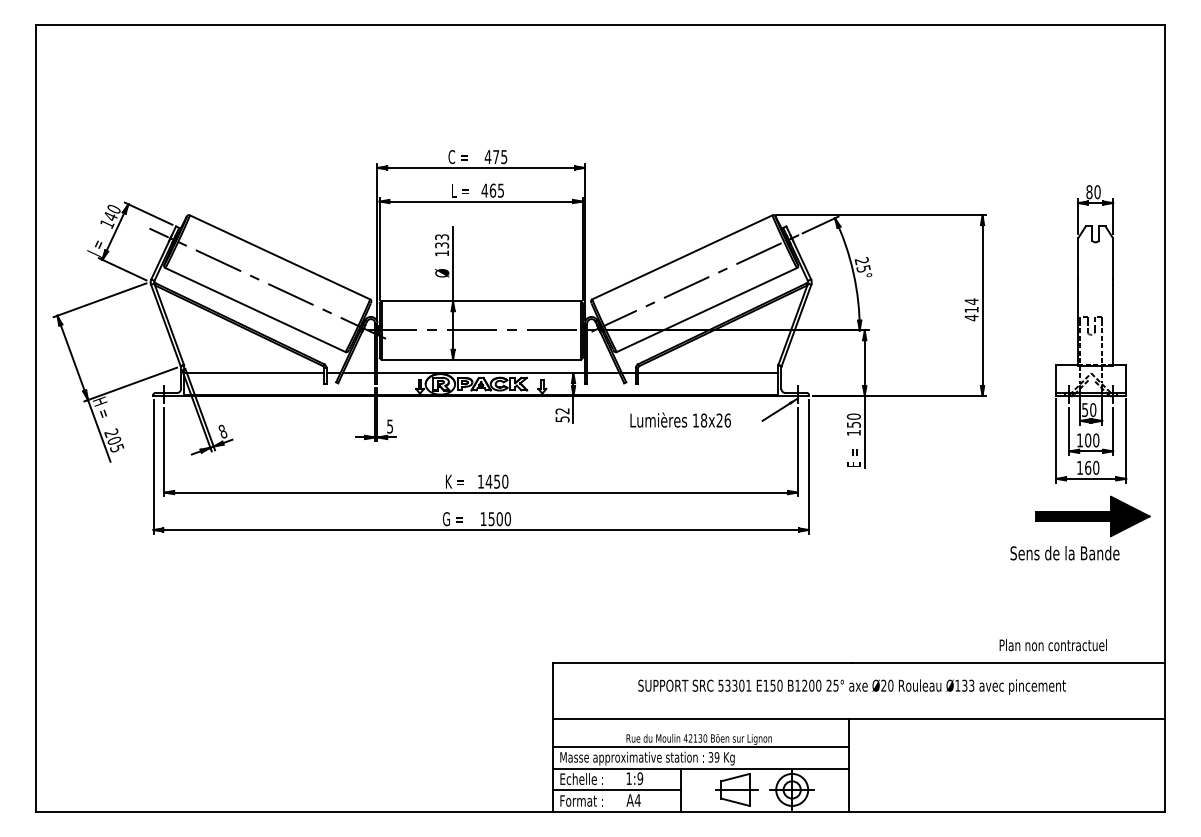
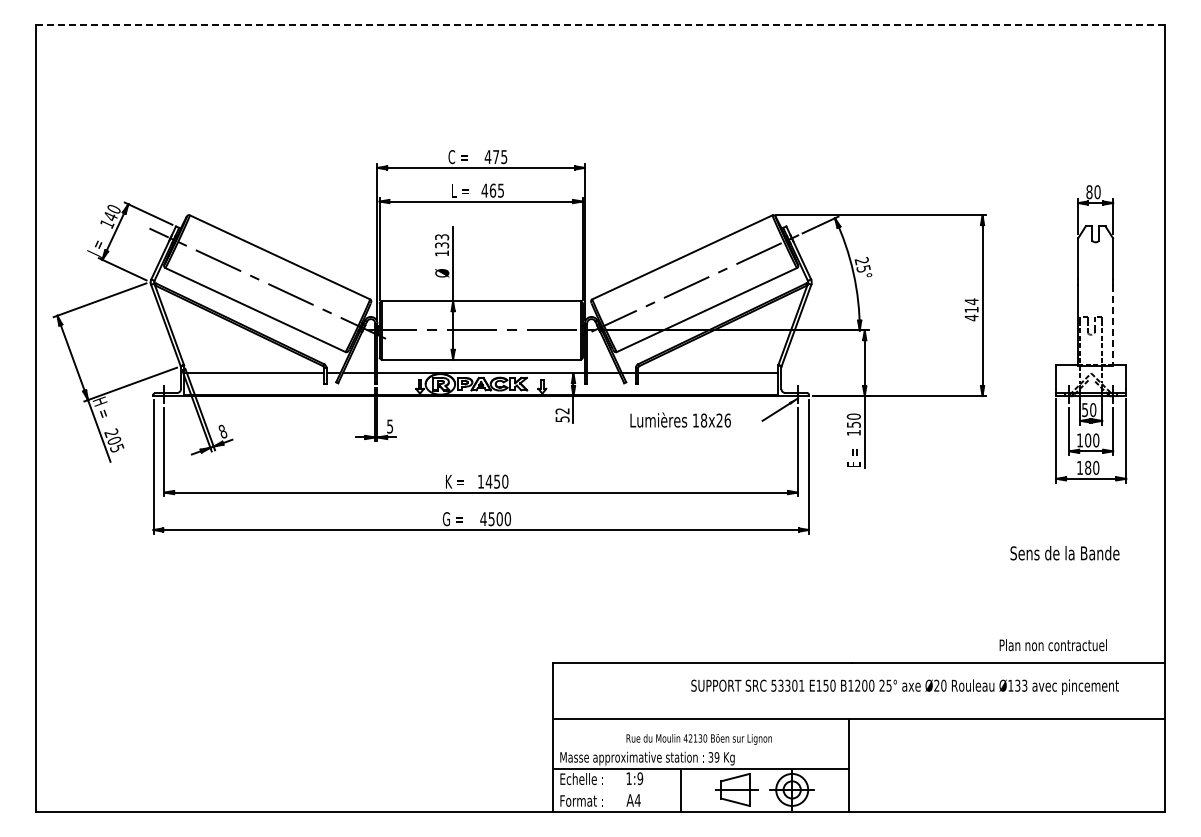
line at (600, 24): solid -> dashed
line at (1113, 325): solid -> dashed
text at (1088, 467): 160 -> 180
part at (1092, 516): present -> none
text at (483, 518): 1500 -> 4500
text at (851, 686) position: (851, 686) -> (904, 686)
line at (700, 747): present -> none
line at (616, 790): present -> none
